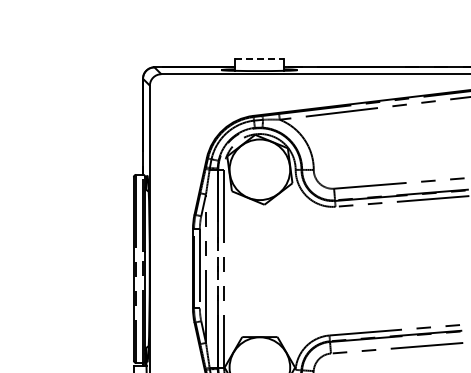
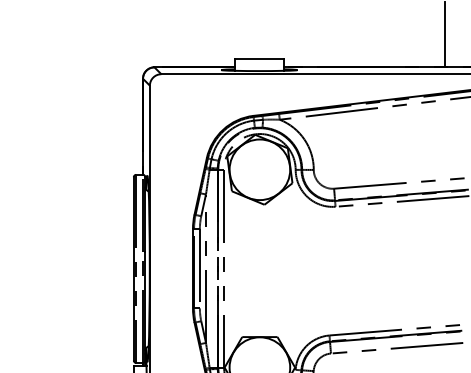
line at (445, 34): none -> present
line at (259, 58): dashed -> solid
